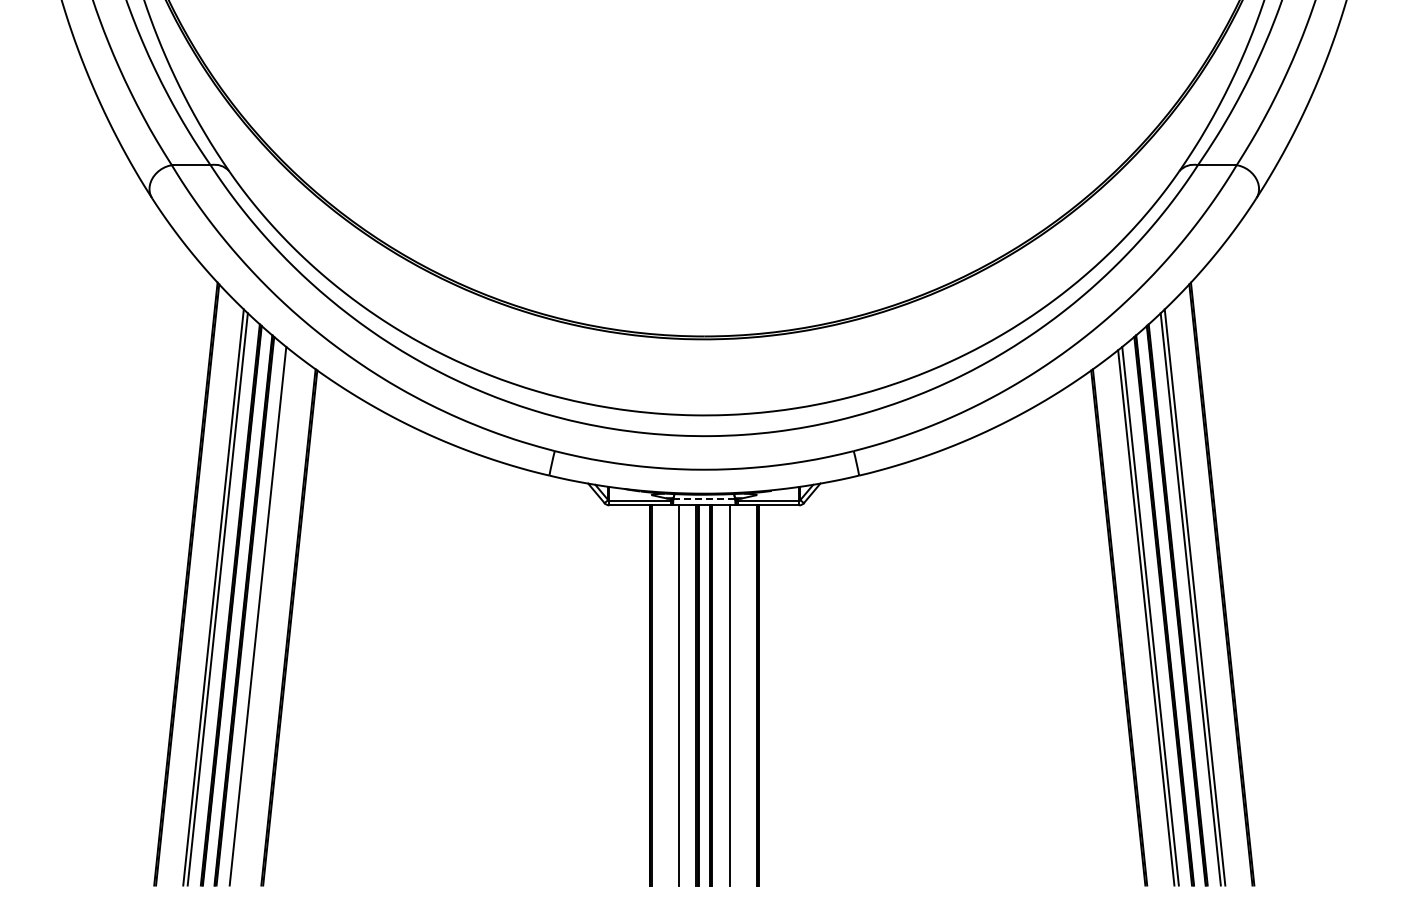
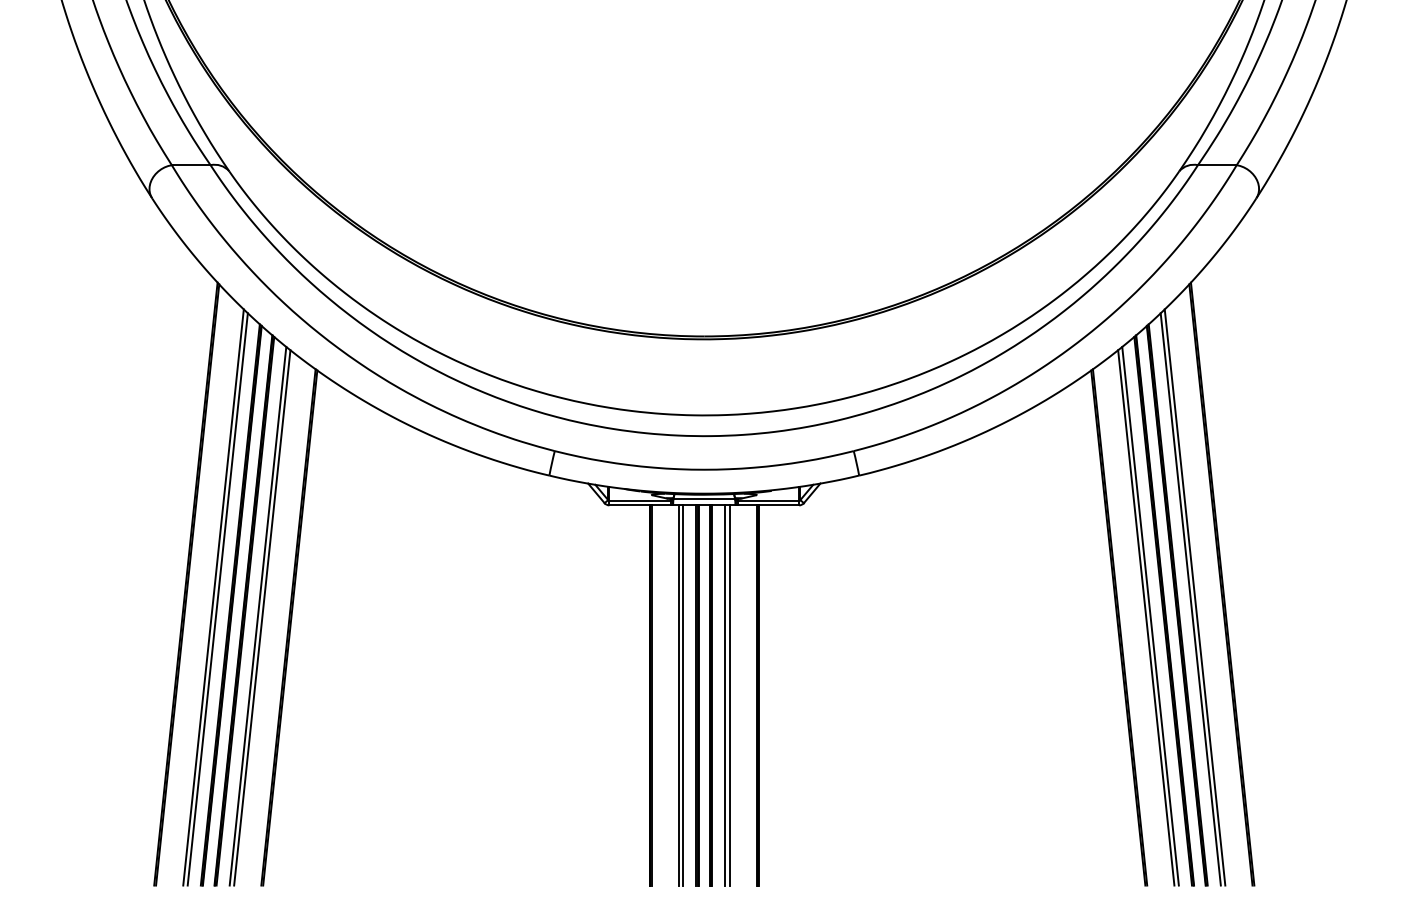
line at (704, 499): dashed -> solid
line at (262, 617): none -> present
line at (683, 695): none -> present
line at (725, 695): none -> present
